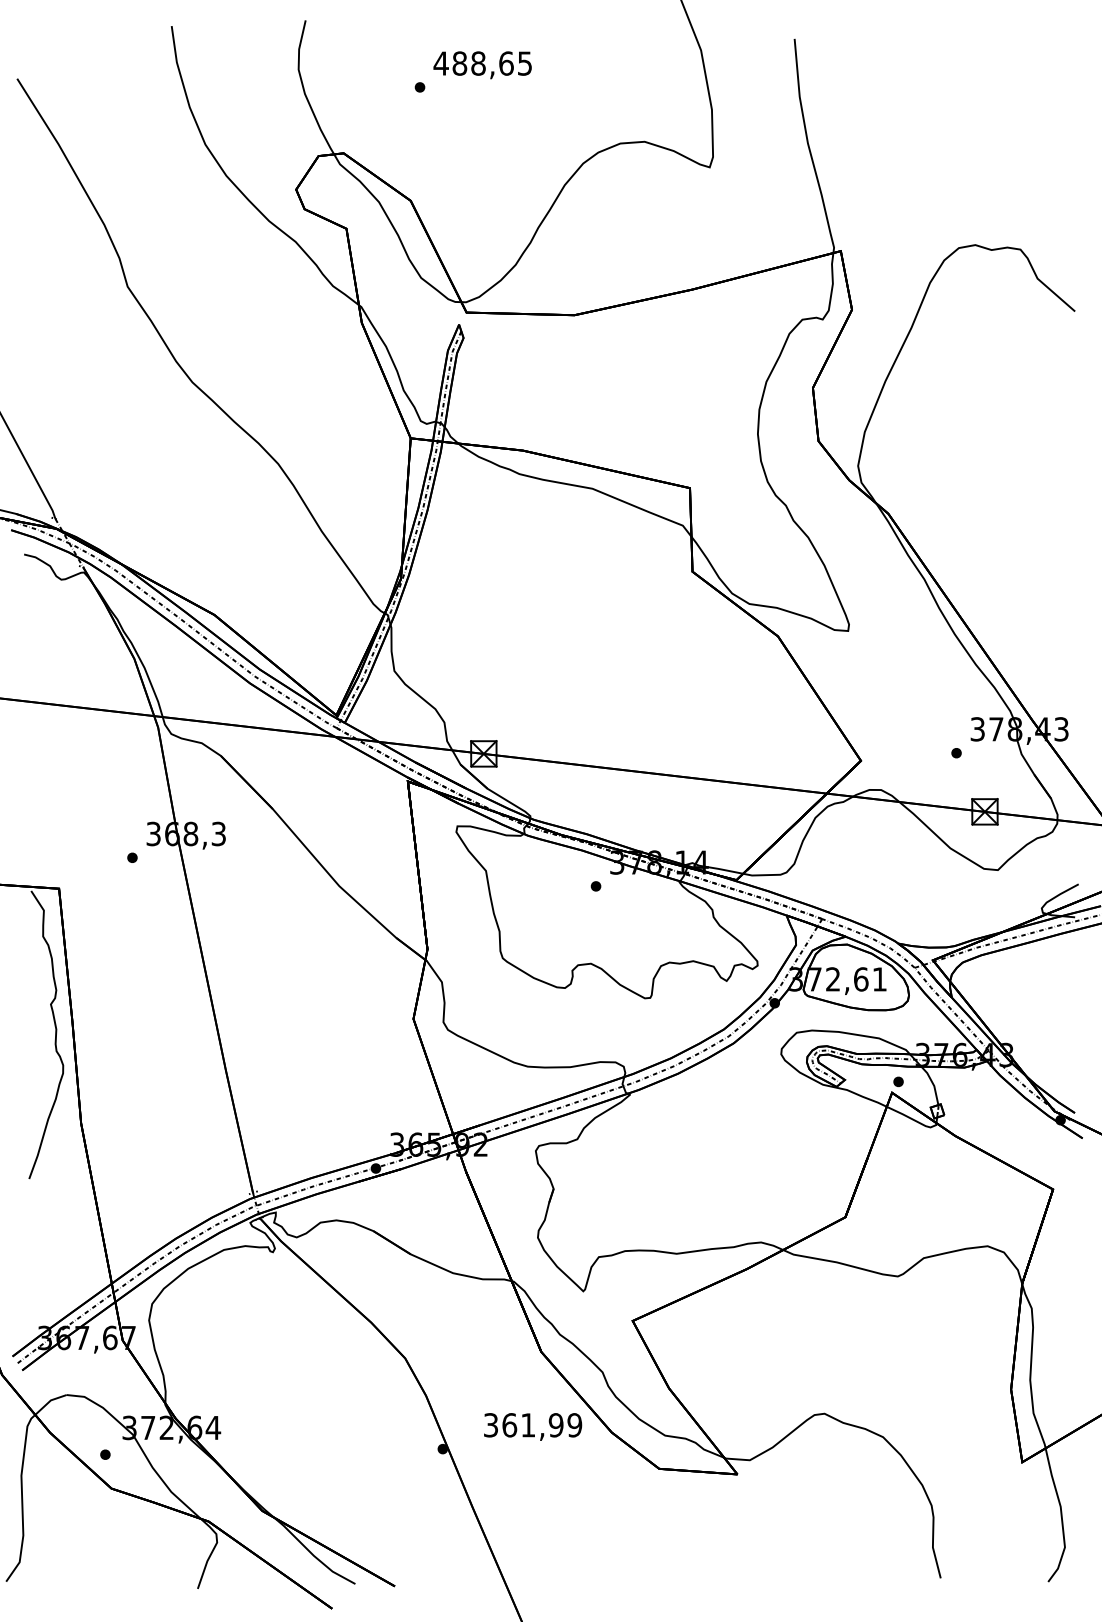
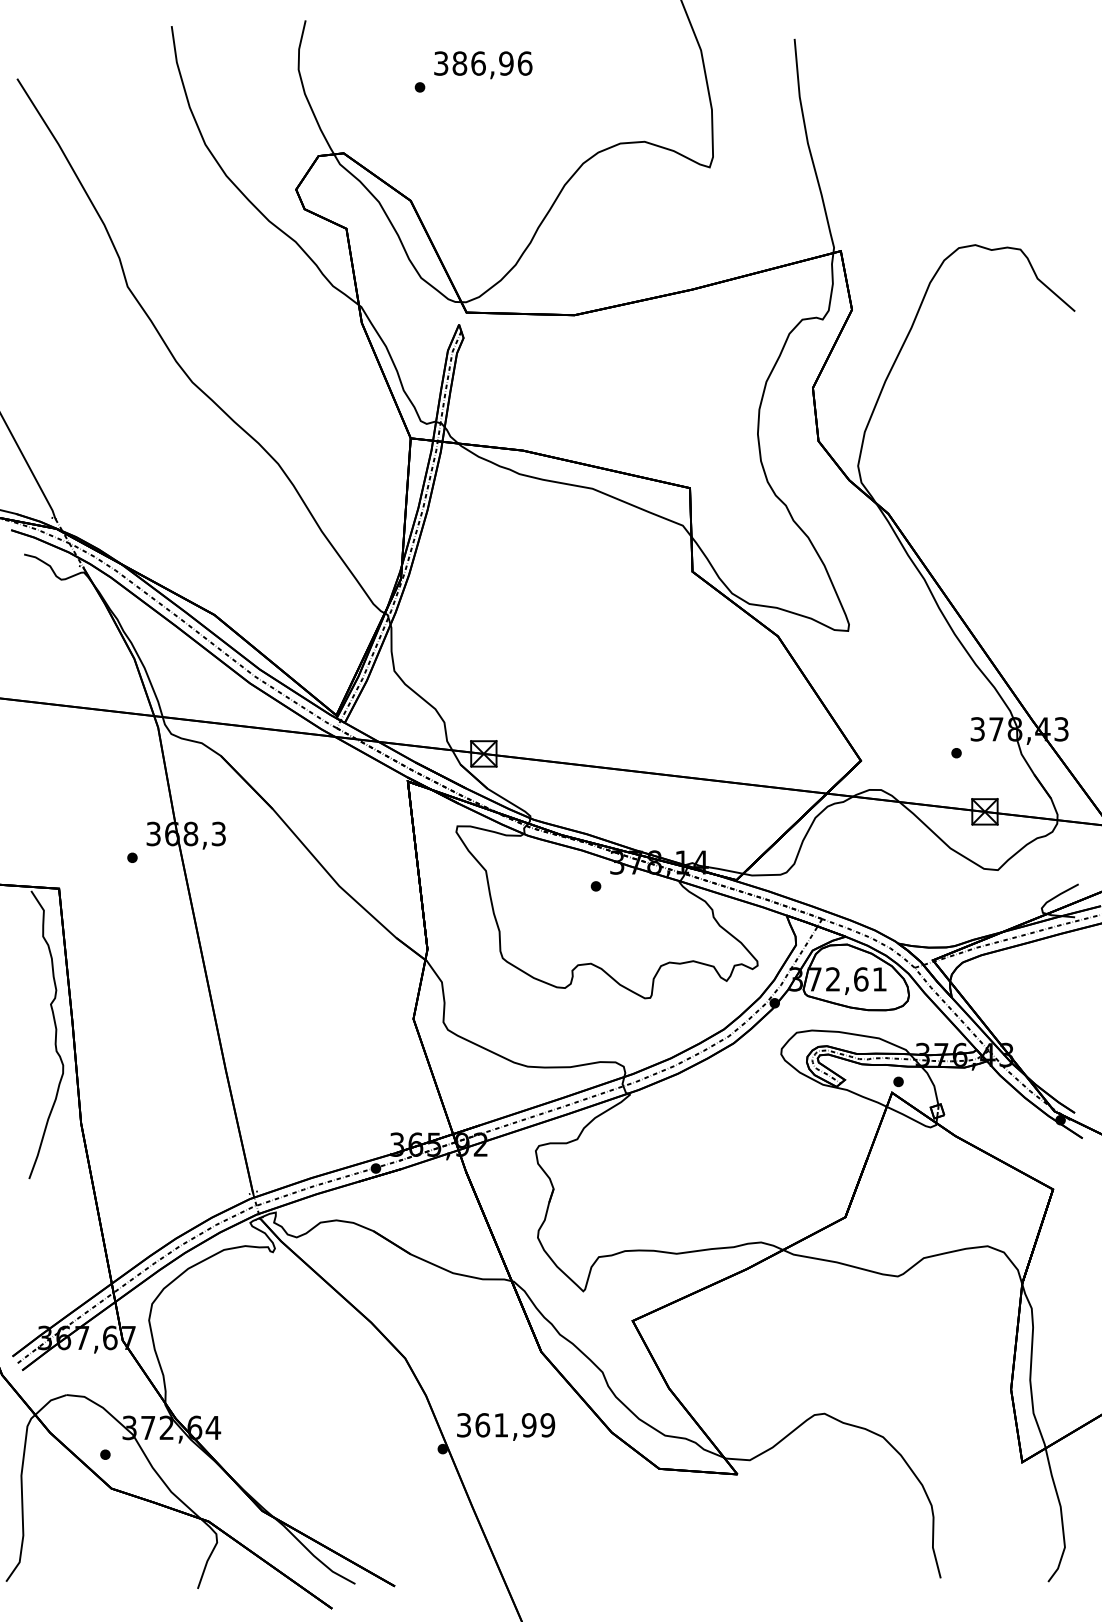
text at (482, 63): 488,65 -> 386,96
text at (533, 1426) position: (533, 1426) -> (506, 1426)
